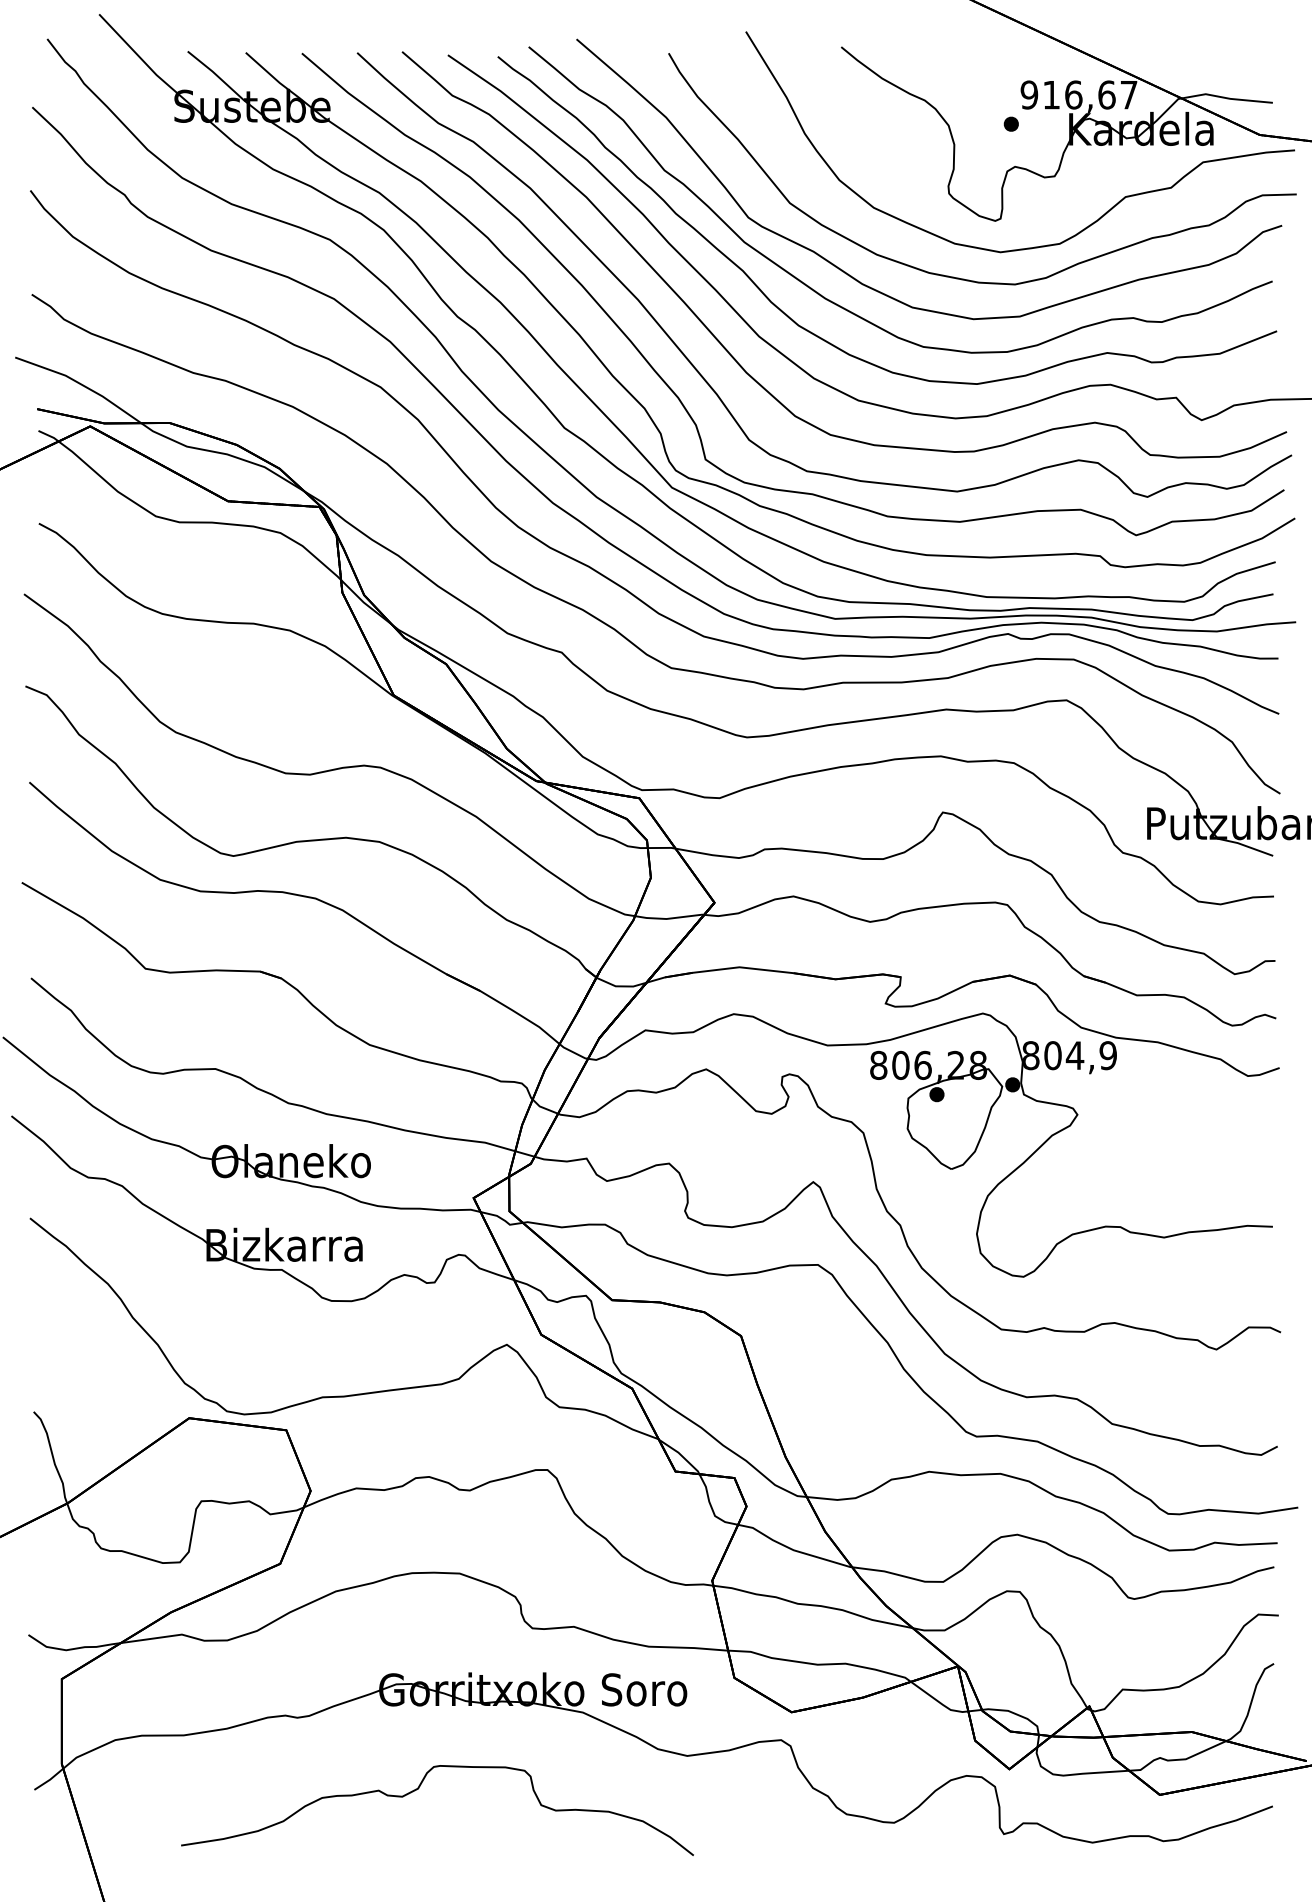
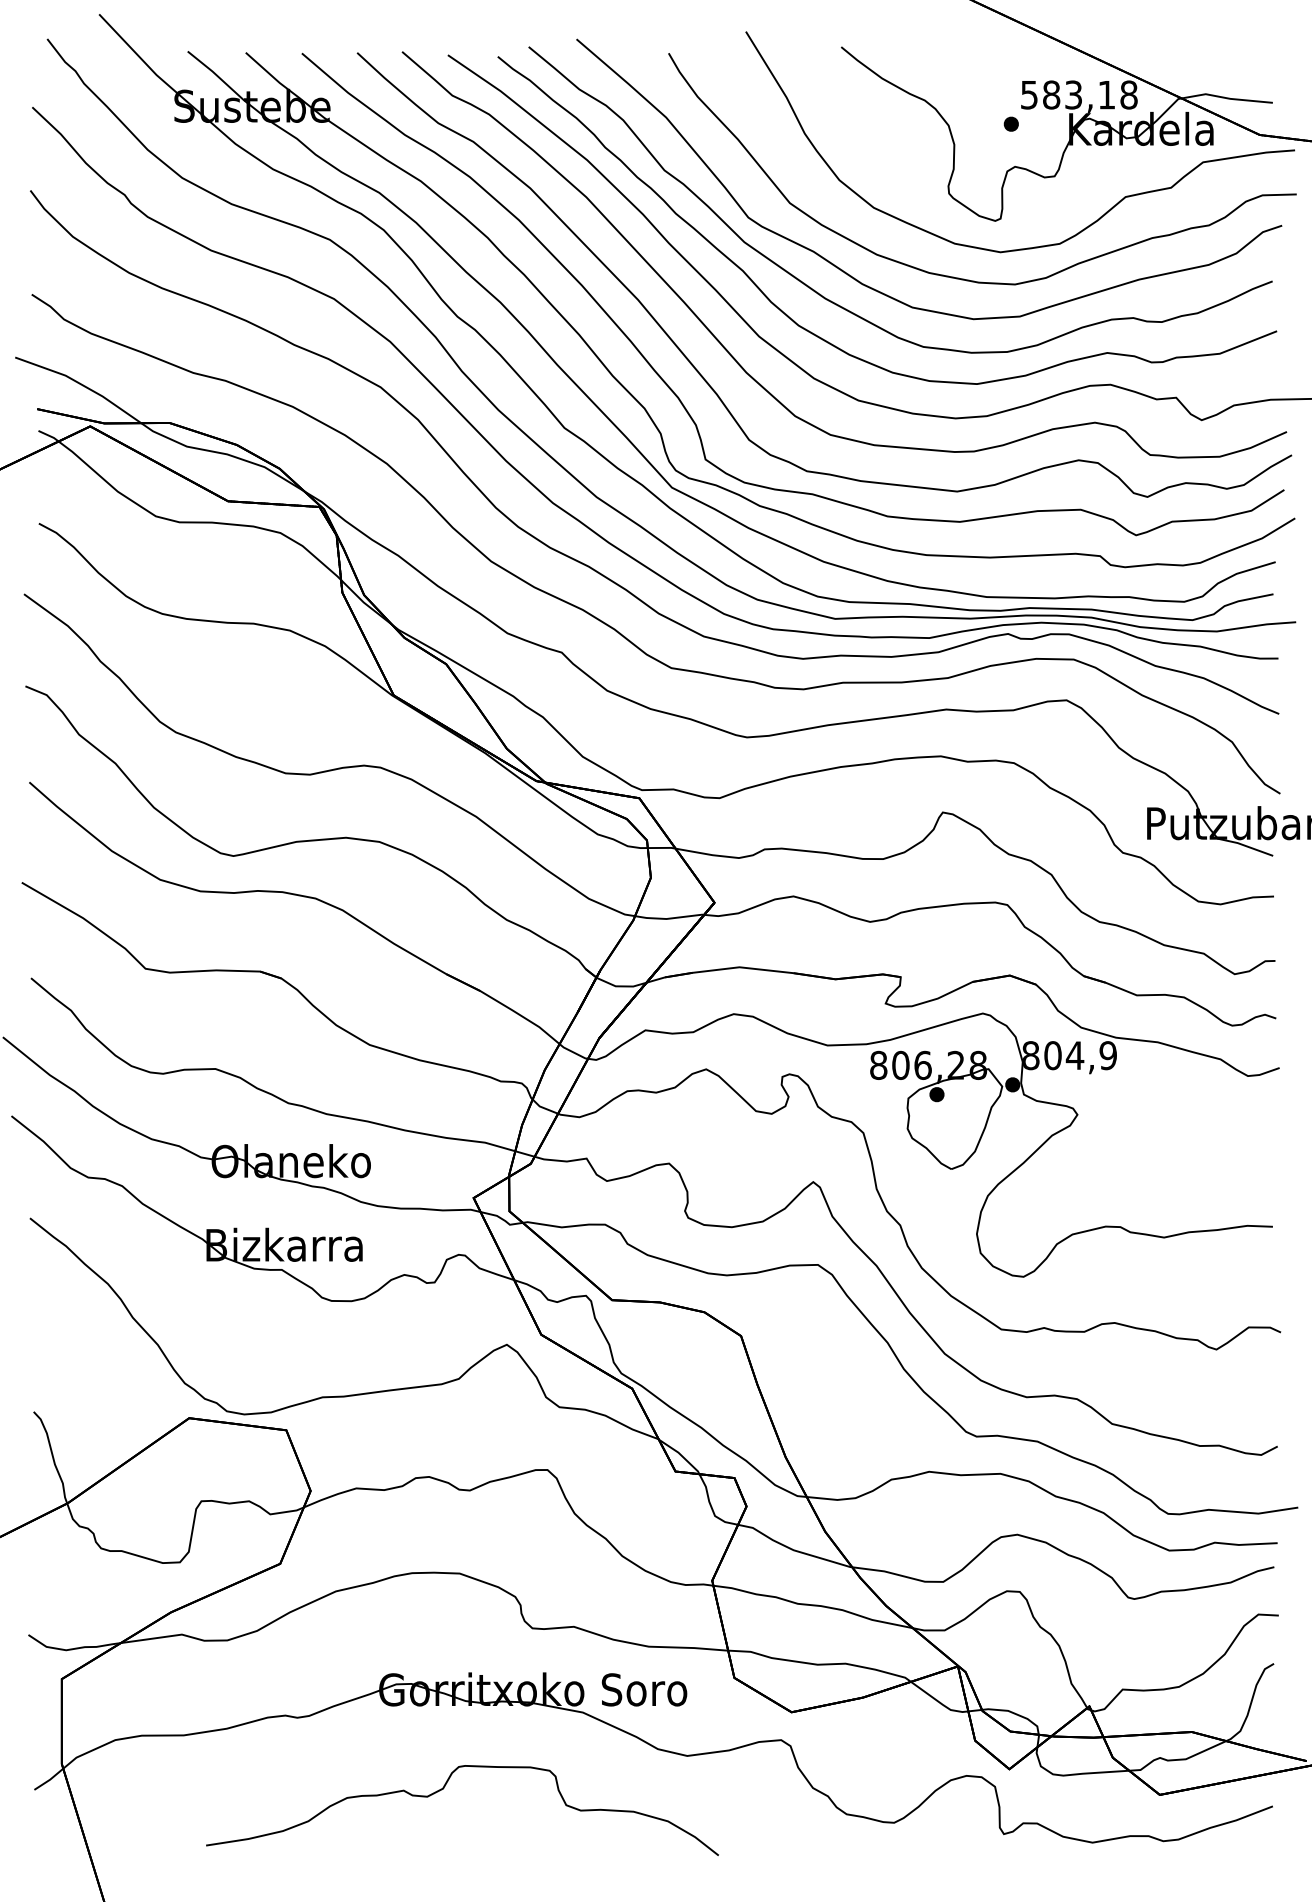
text at (1078, 94): 916,67 -> 583,18
part at (418, 1789) position: (418, 1789) -> (443, 1789)
